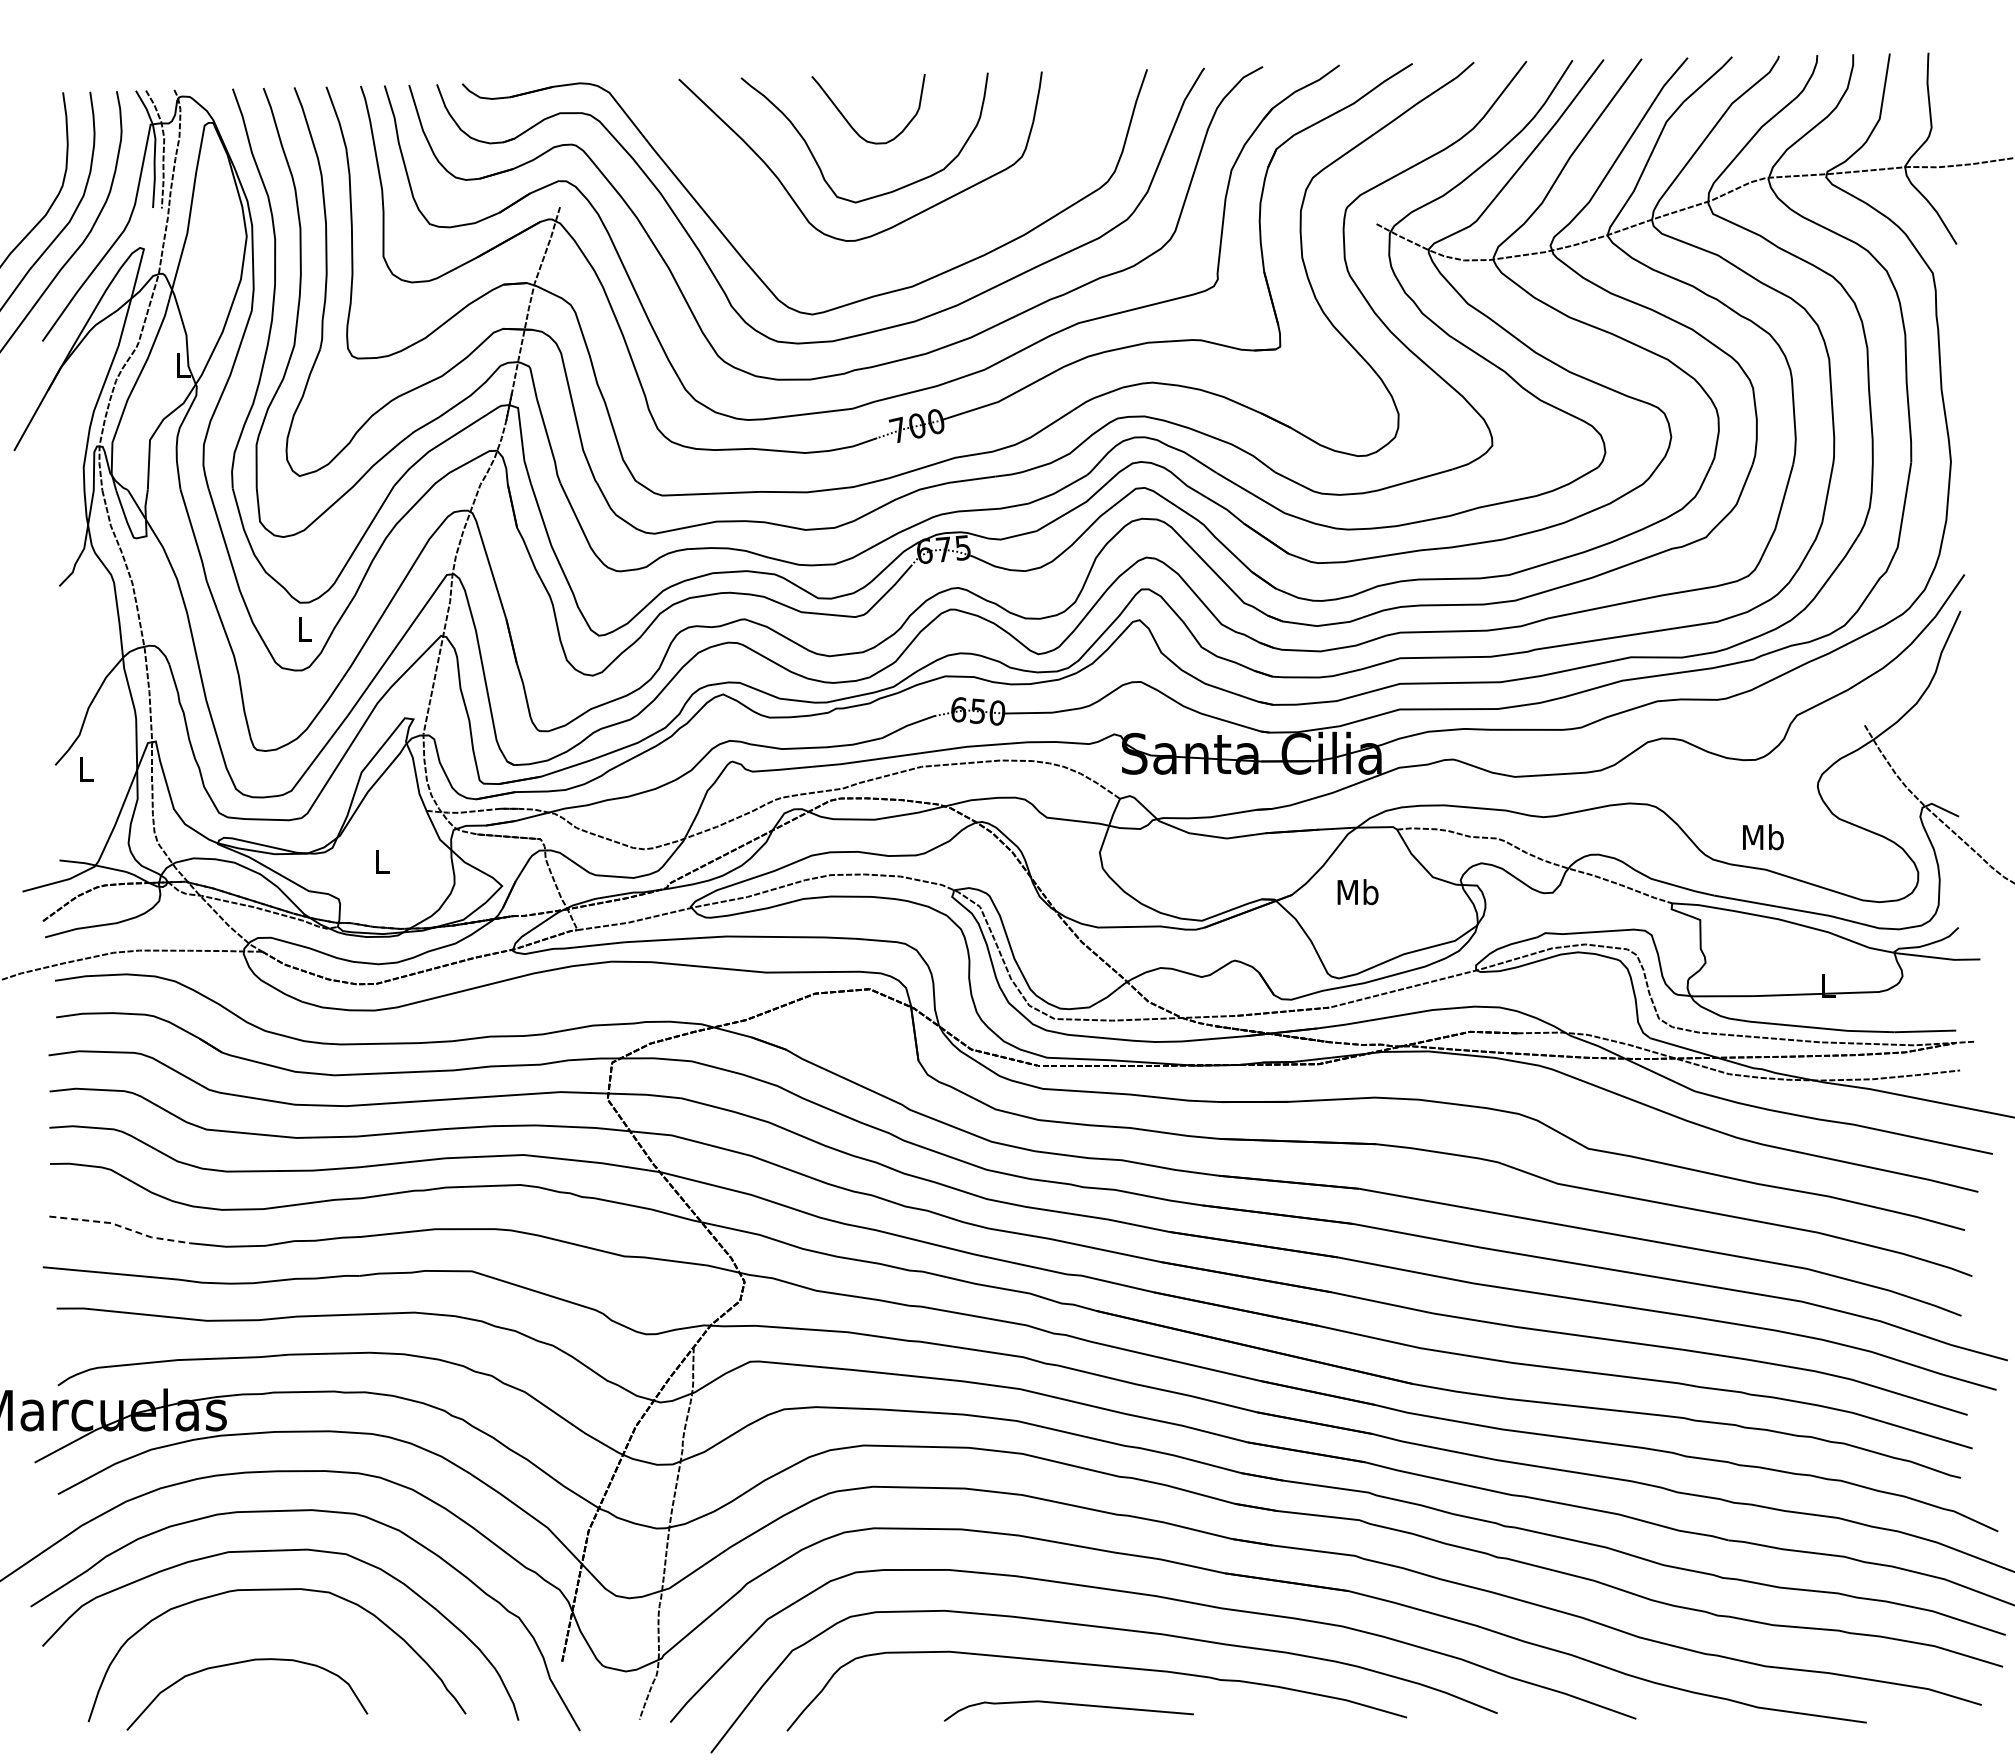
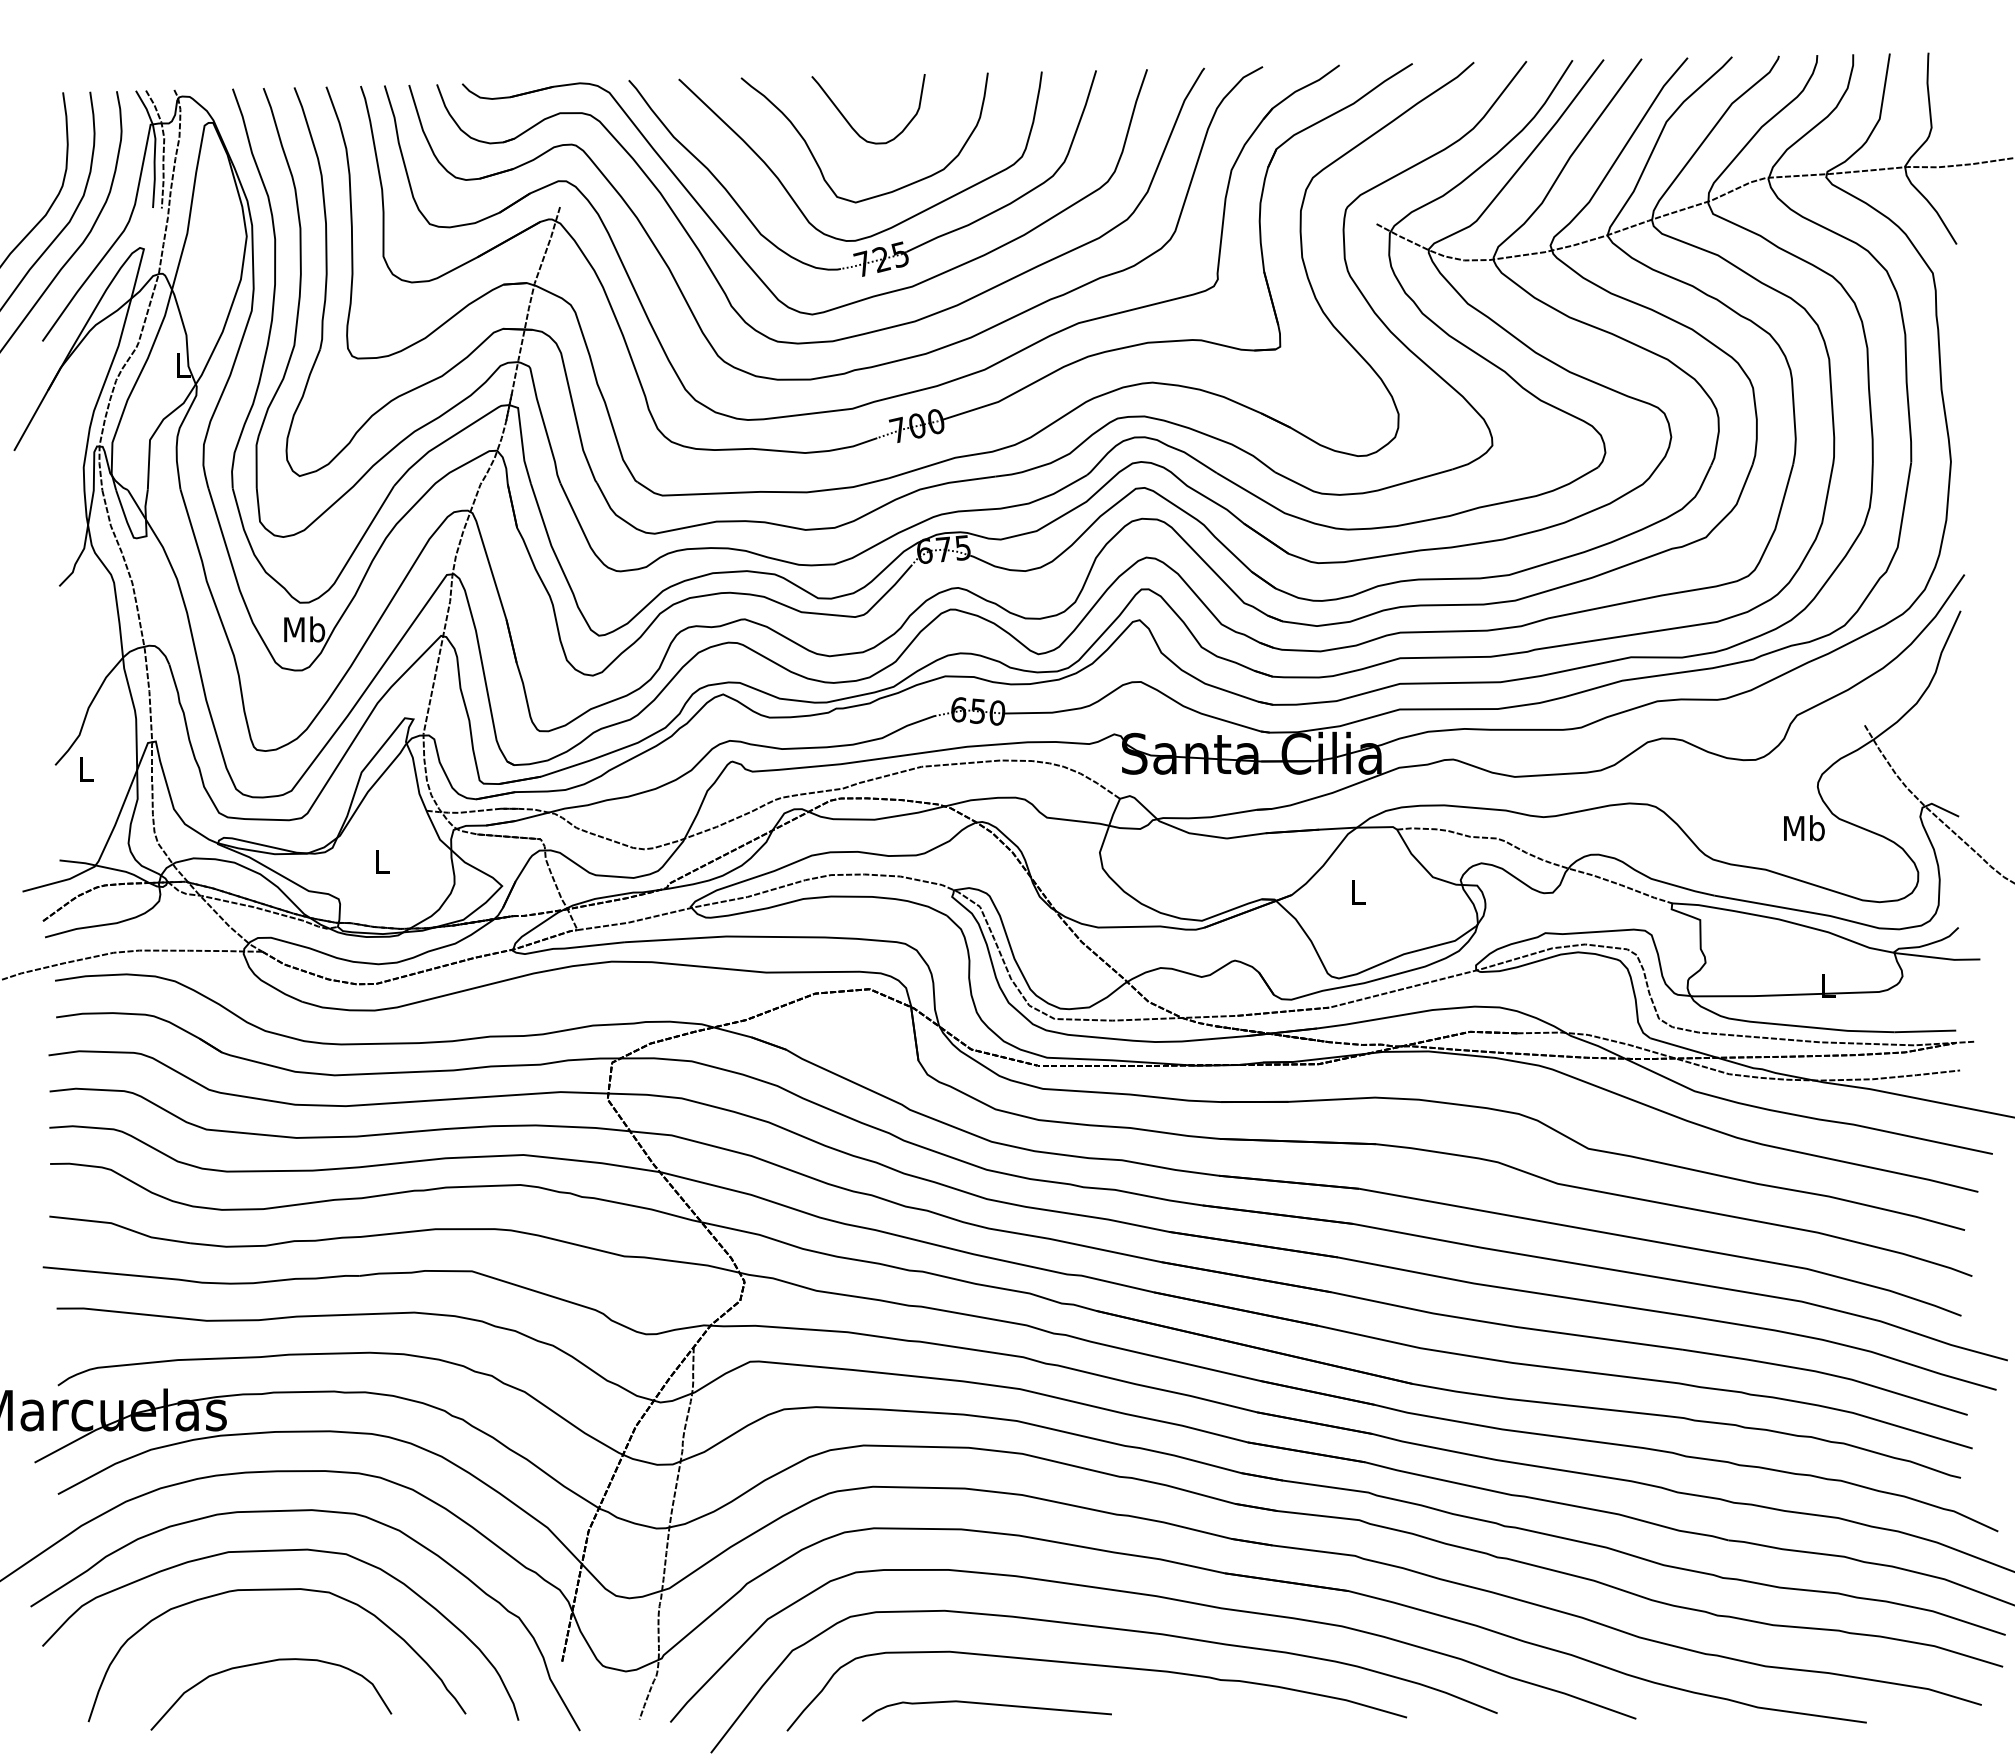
part at (876, 247): none -> present
text at (304, 629): L -> Mb
text at (1763, 837) position: (1763, 837) -> (1804, 828)
text at (1357, 892): Mb -> L
line at (120, 1226): dashed -> solid
curve at (241, 1663) position: (241, 1663) -> (265, 1663)
curve at (1068, 1704) position: (1068, 1704) -> (986, 1704)
